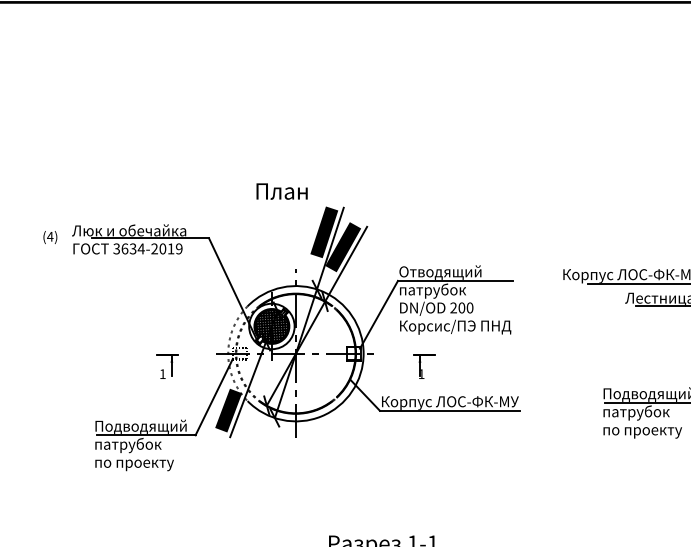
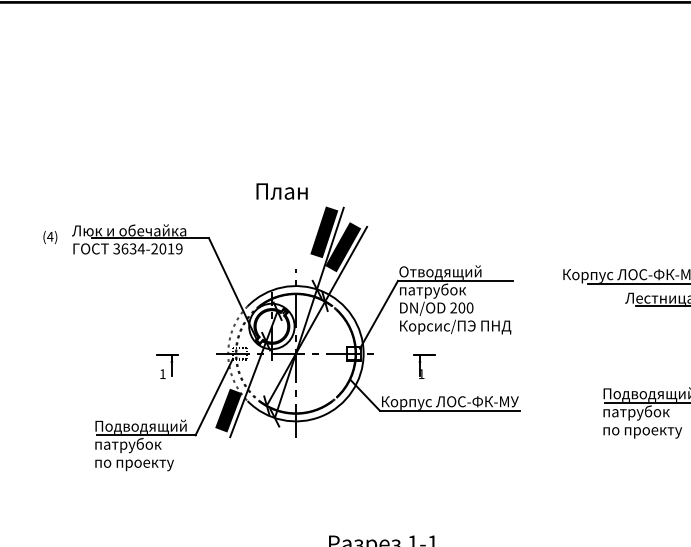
hatch at (271, 326): present -> none
